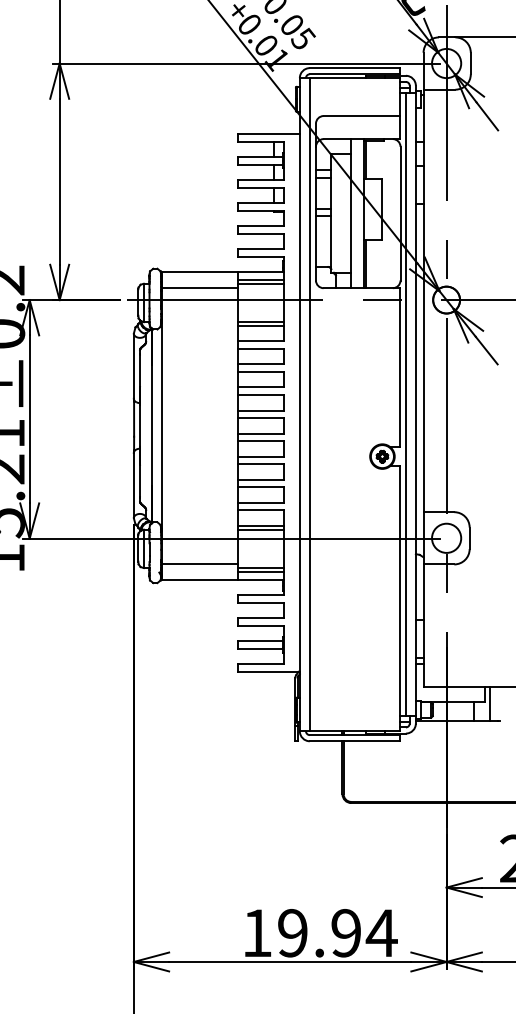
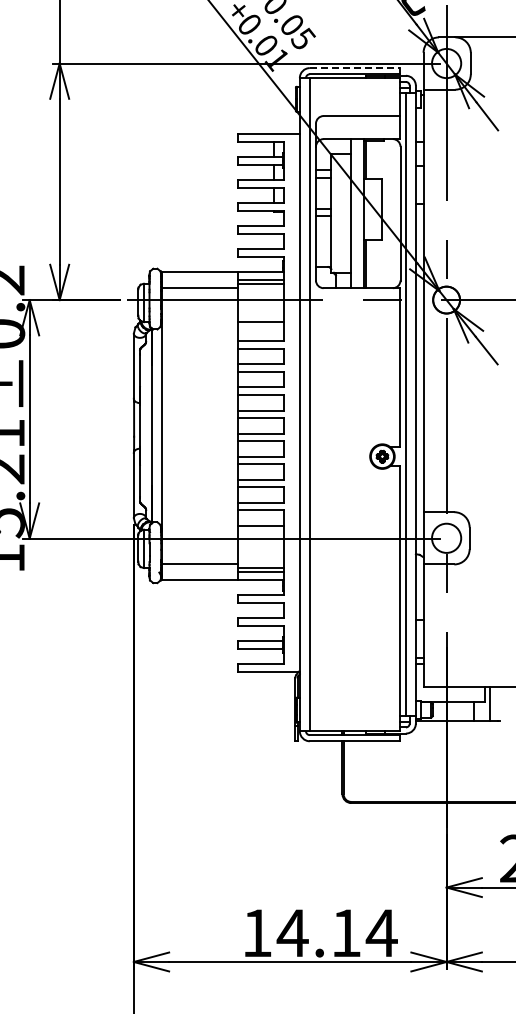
line at (354, 68): solid -> dashed
line at (261, 326): present -> none
line at (261, 529): present -> none
text at (318, 933): 19.94 -> 14.14
